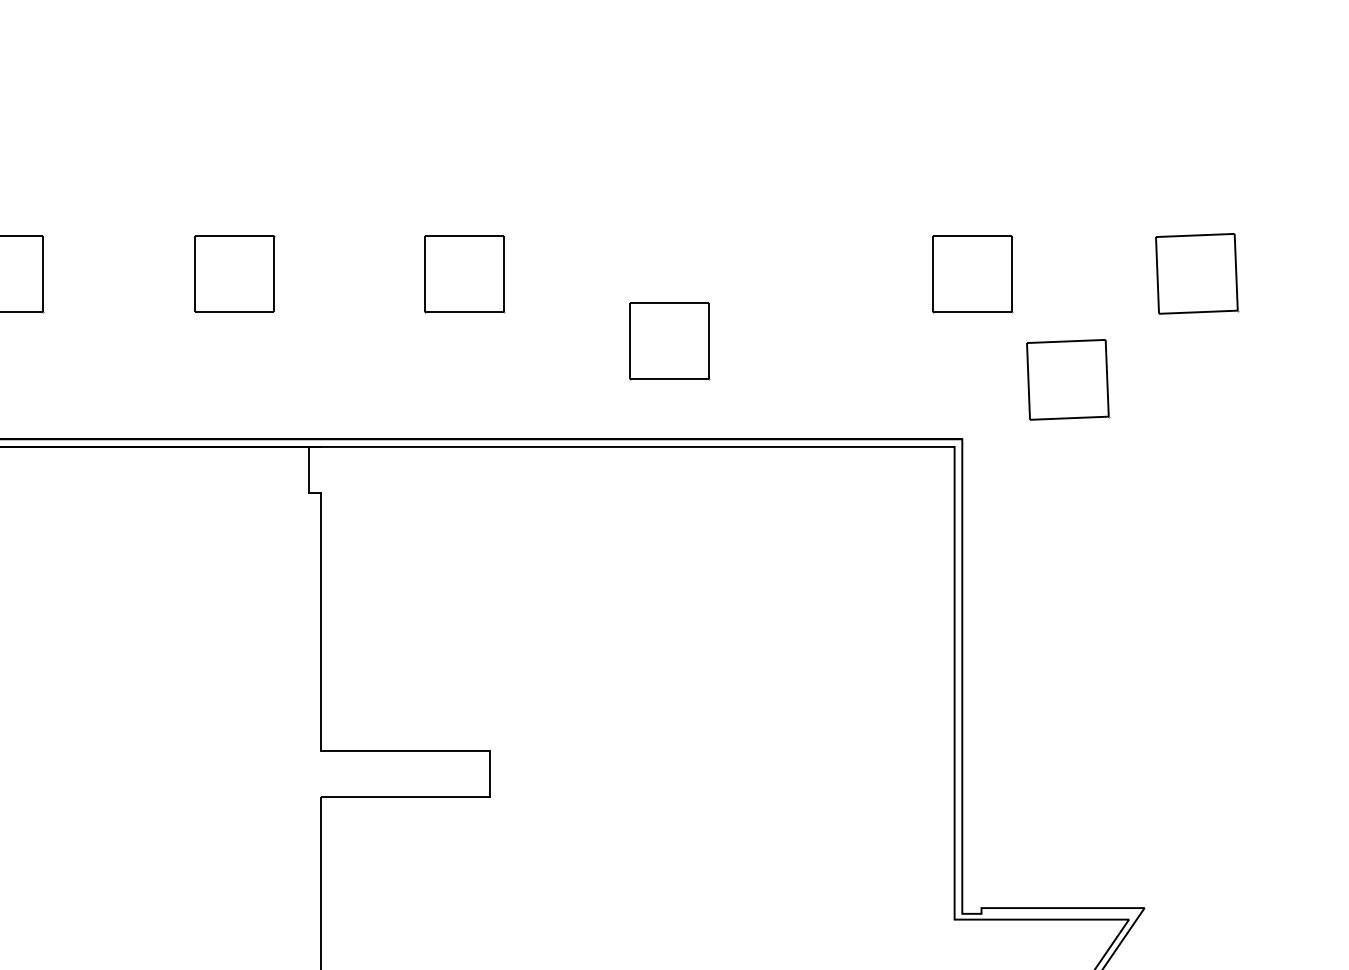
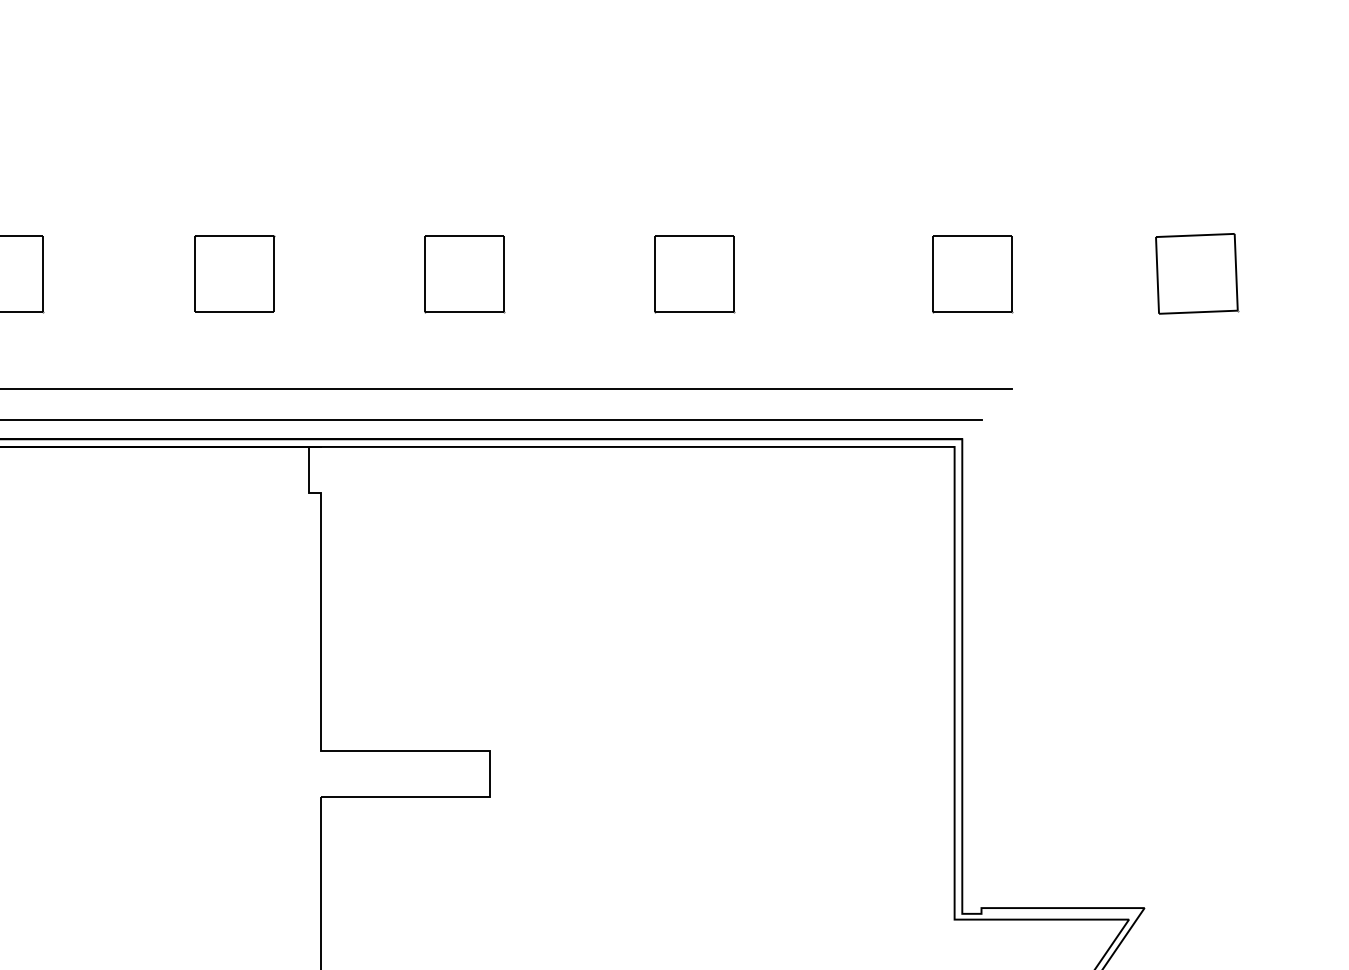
part at (669, 341) position: (669, 341) -> (694, 274)
part at (1068, 379): present -> none
line at (507, 389): none -> present
line at (491, 420): none -> present
